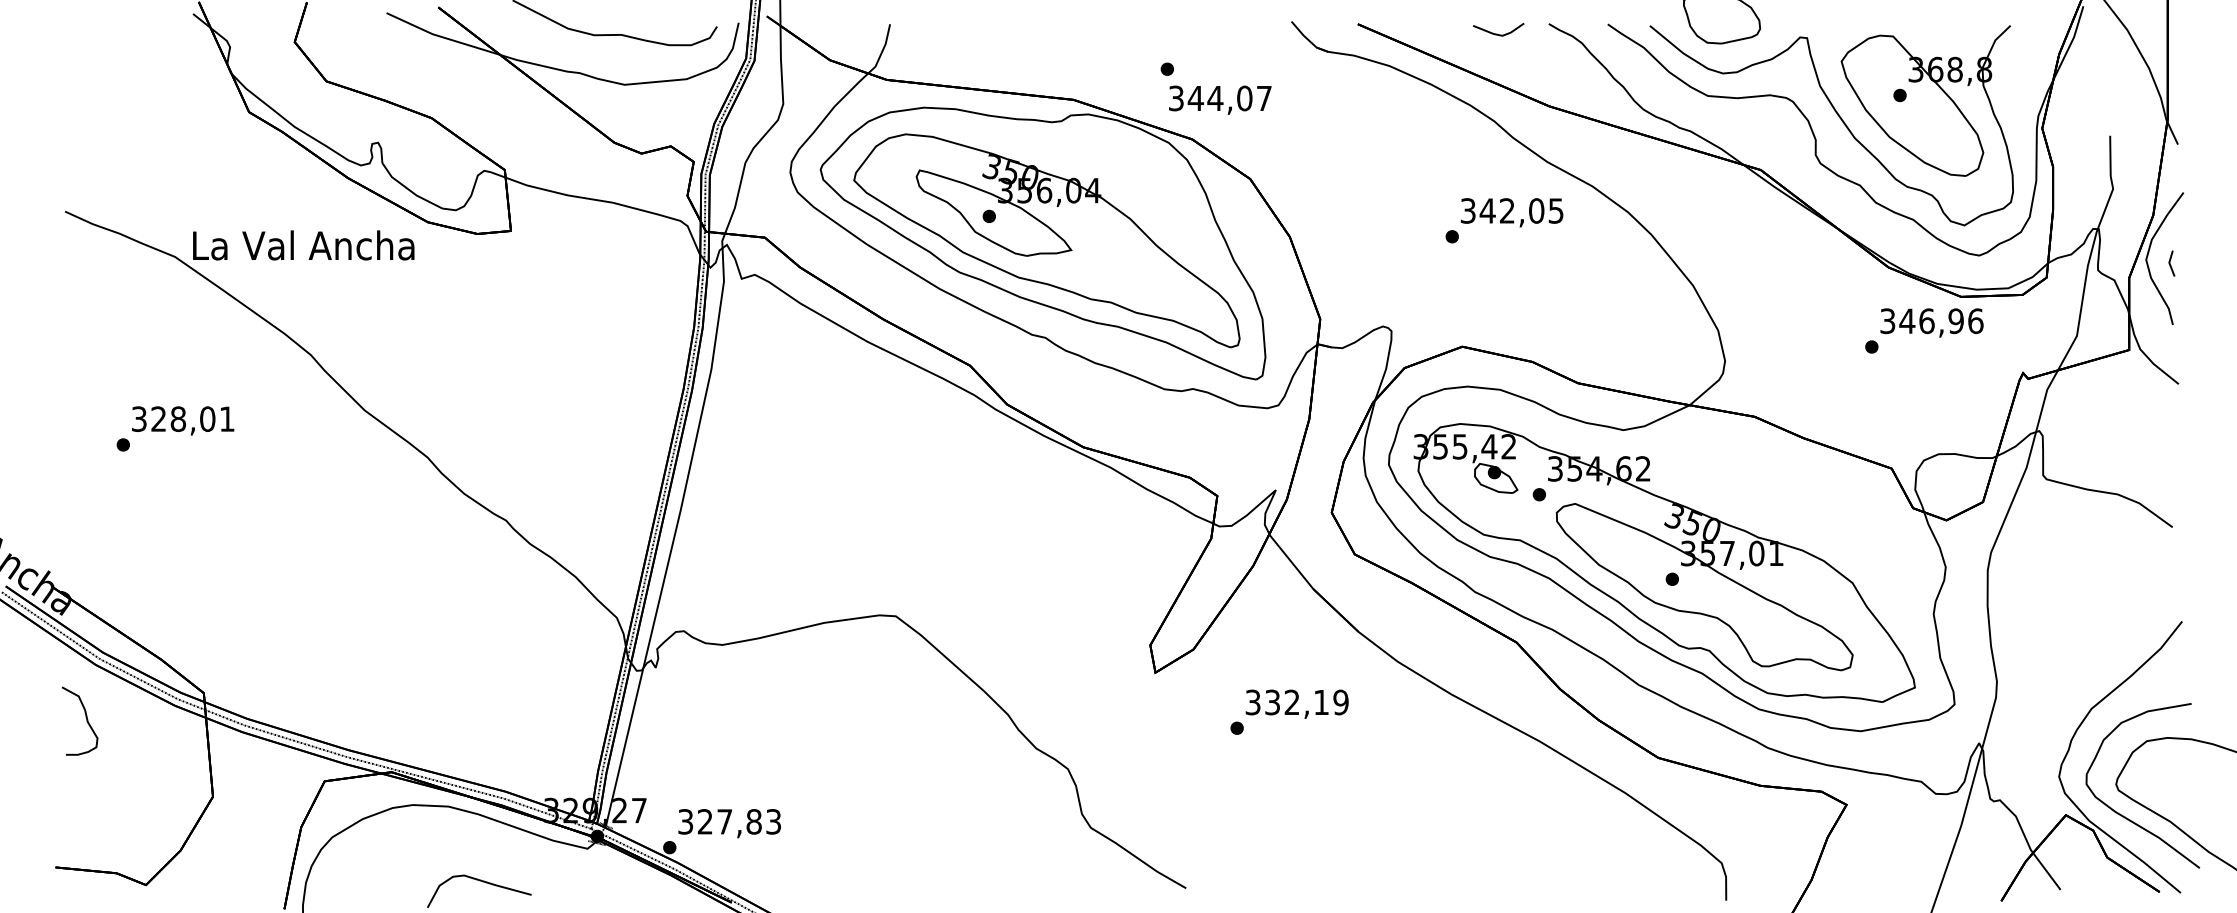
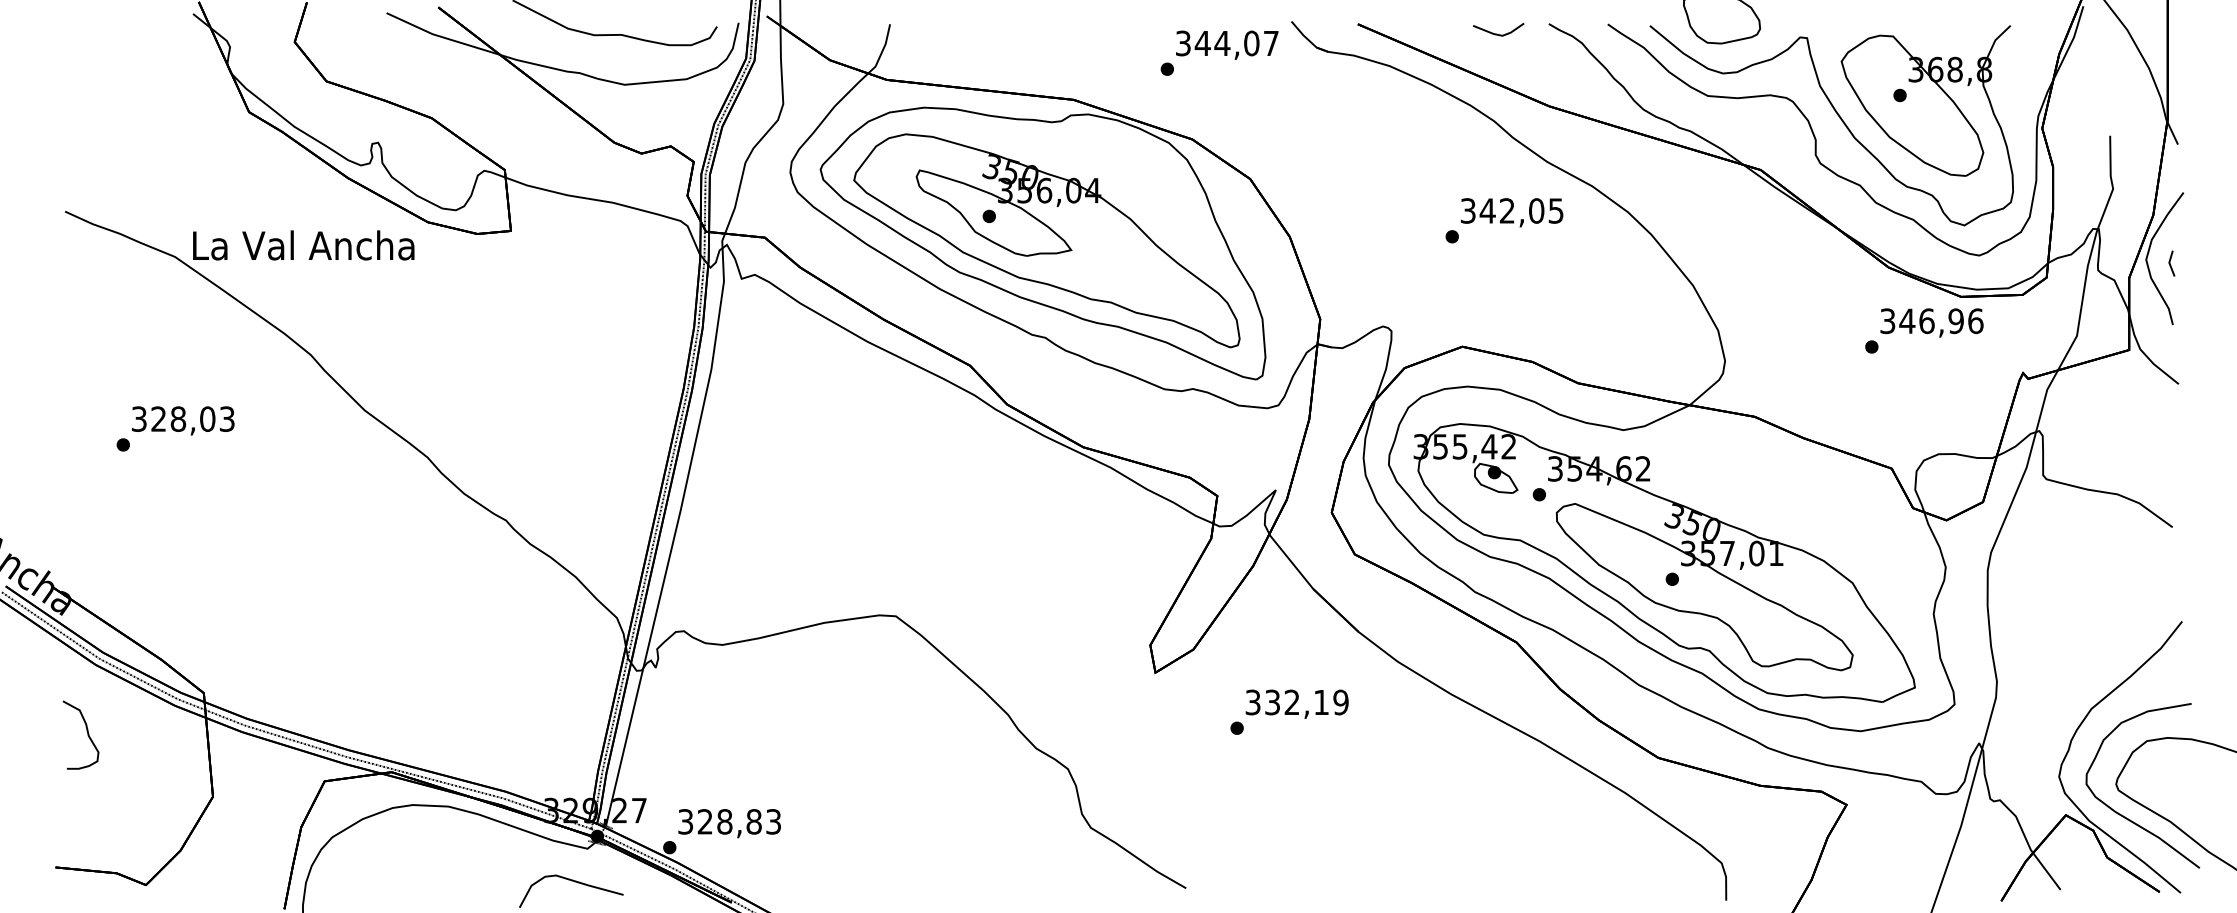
text at (1220, 99) position: (1220, 99) -> (1227, 44)
text at (226, 418): 328,01 -> 328,03
curve at (85, 717) position: (85, 717) -> (86, 731)
text at (724, 821): 327,83 -> 328,83
curve at (482, 882) position: (482, 882) -> (574, 882)
